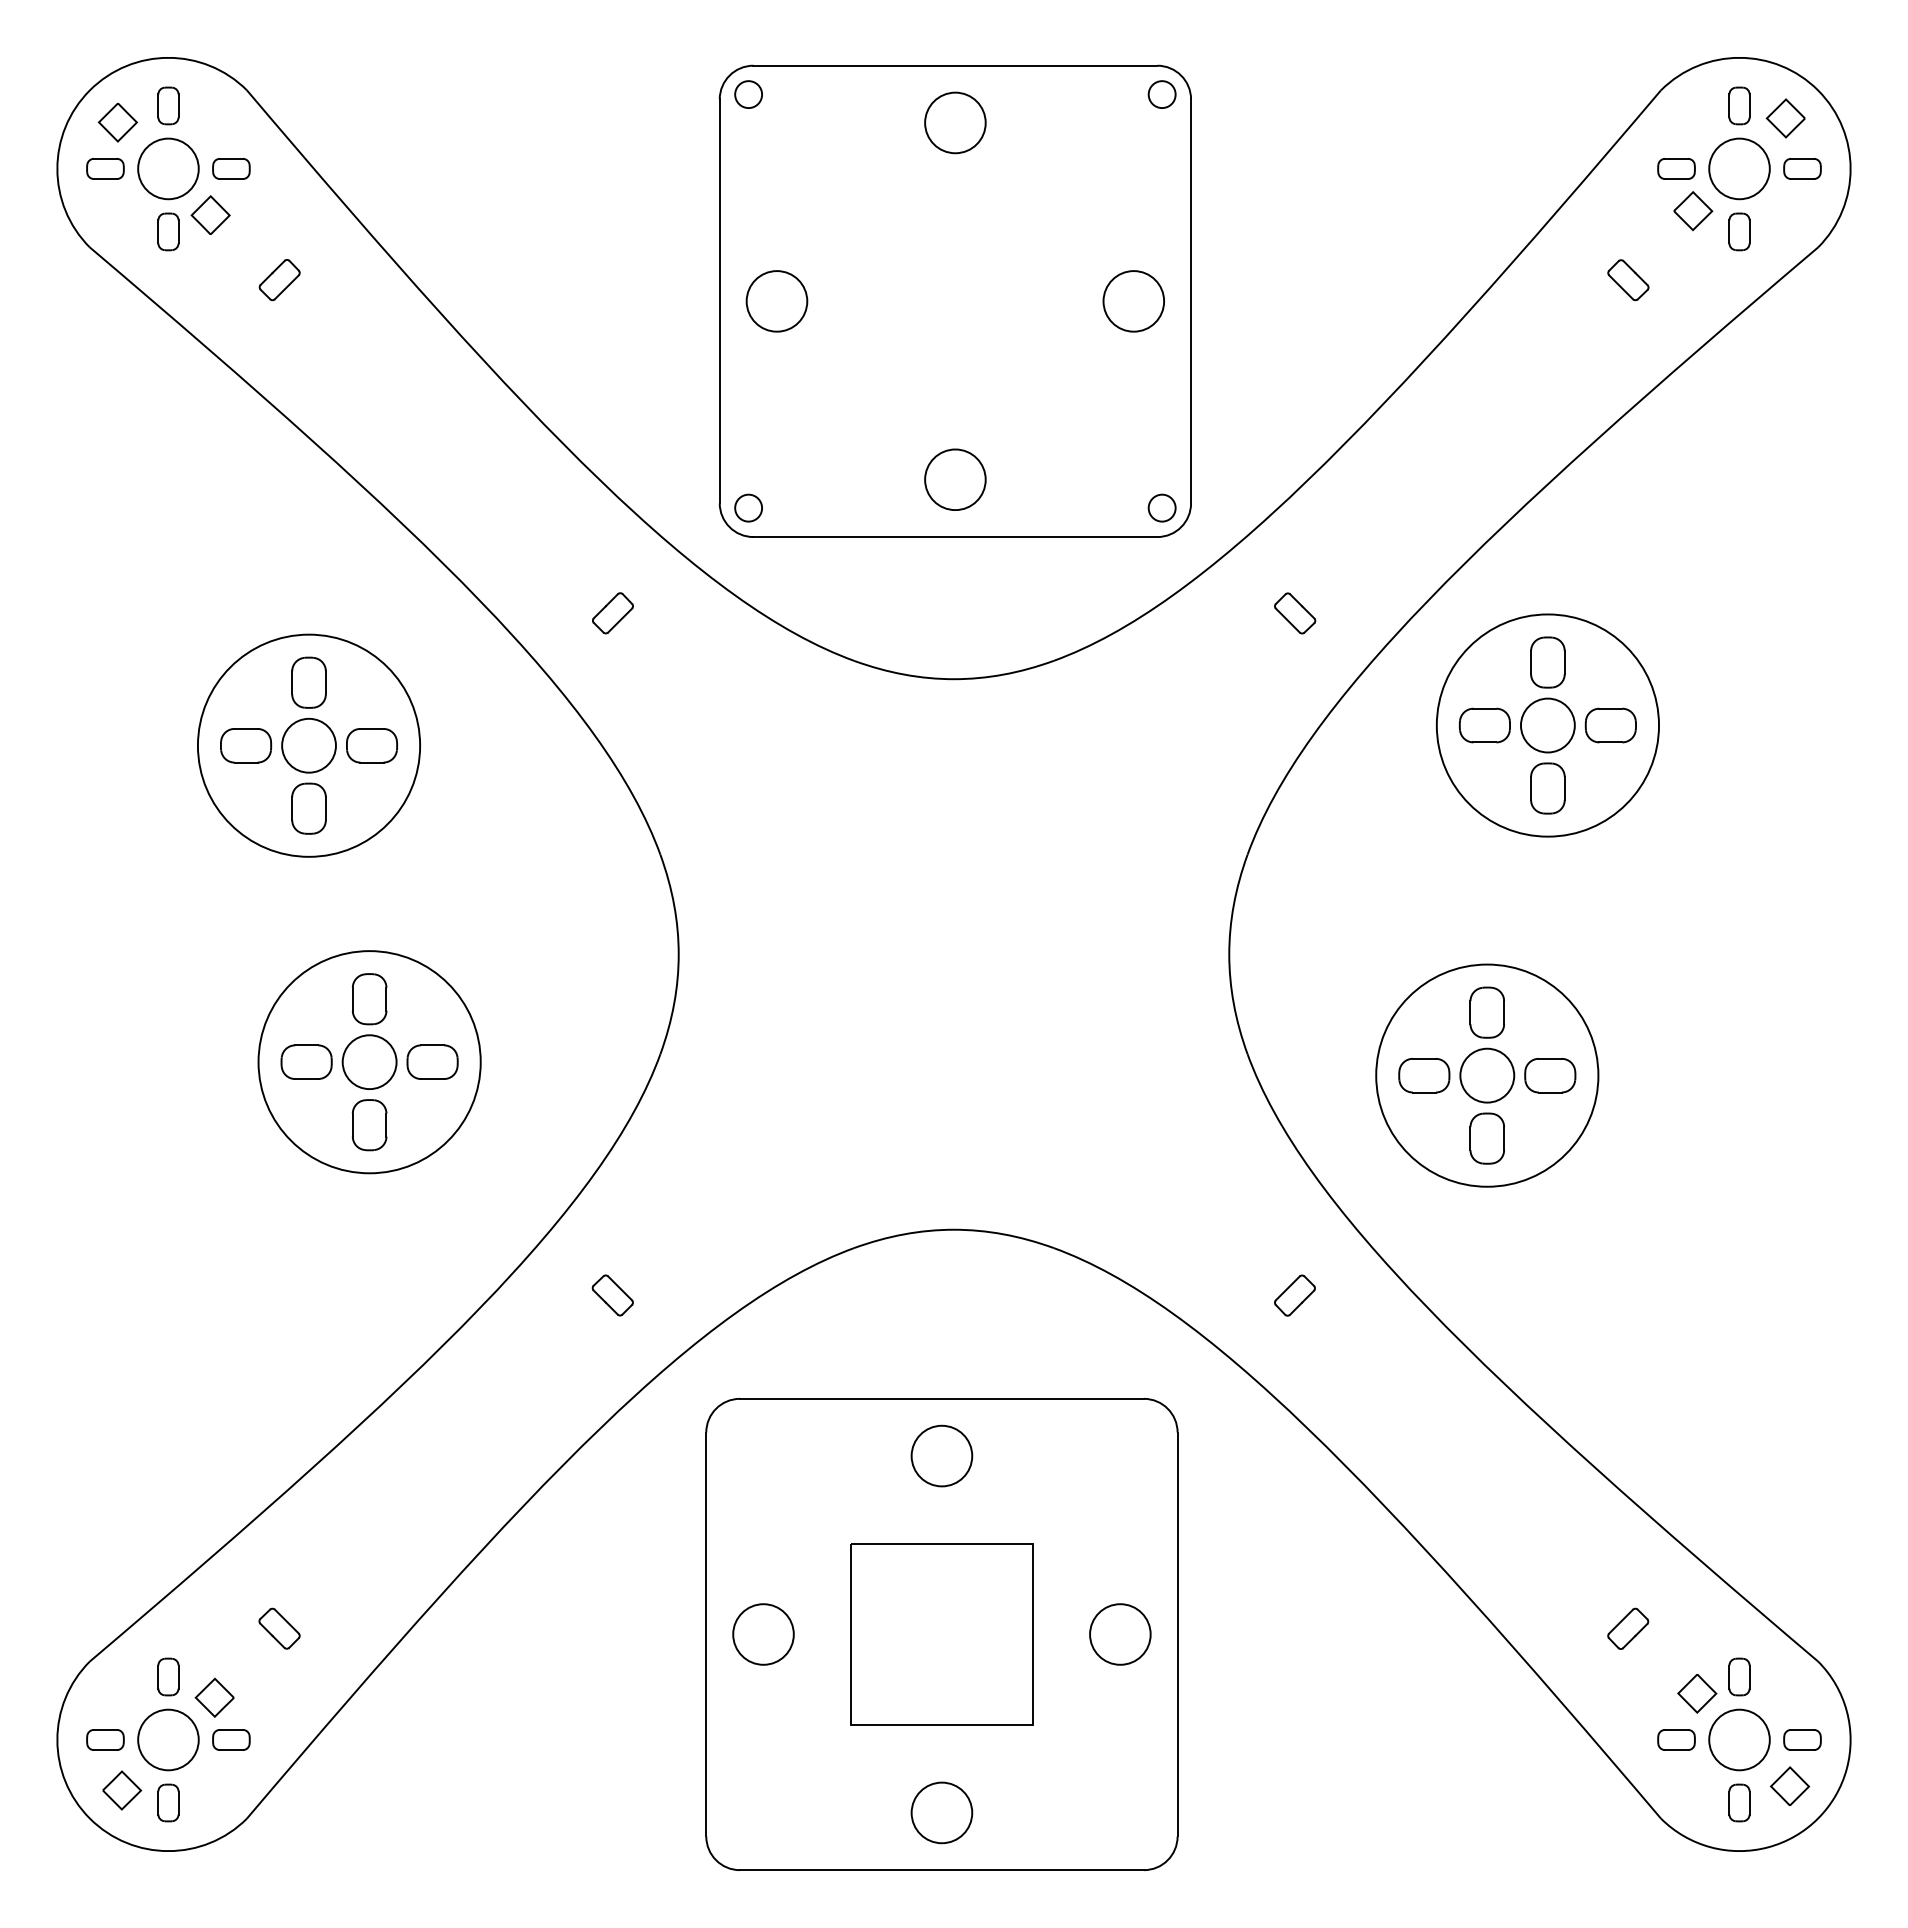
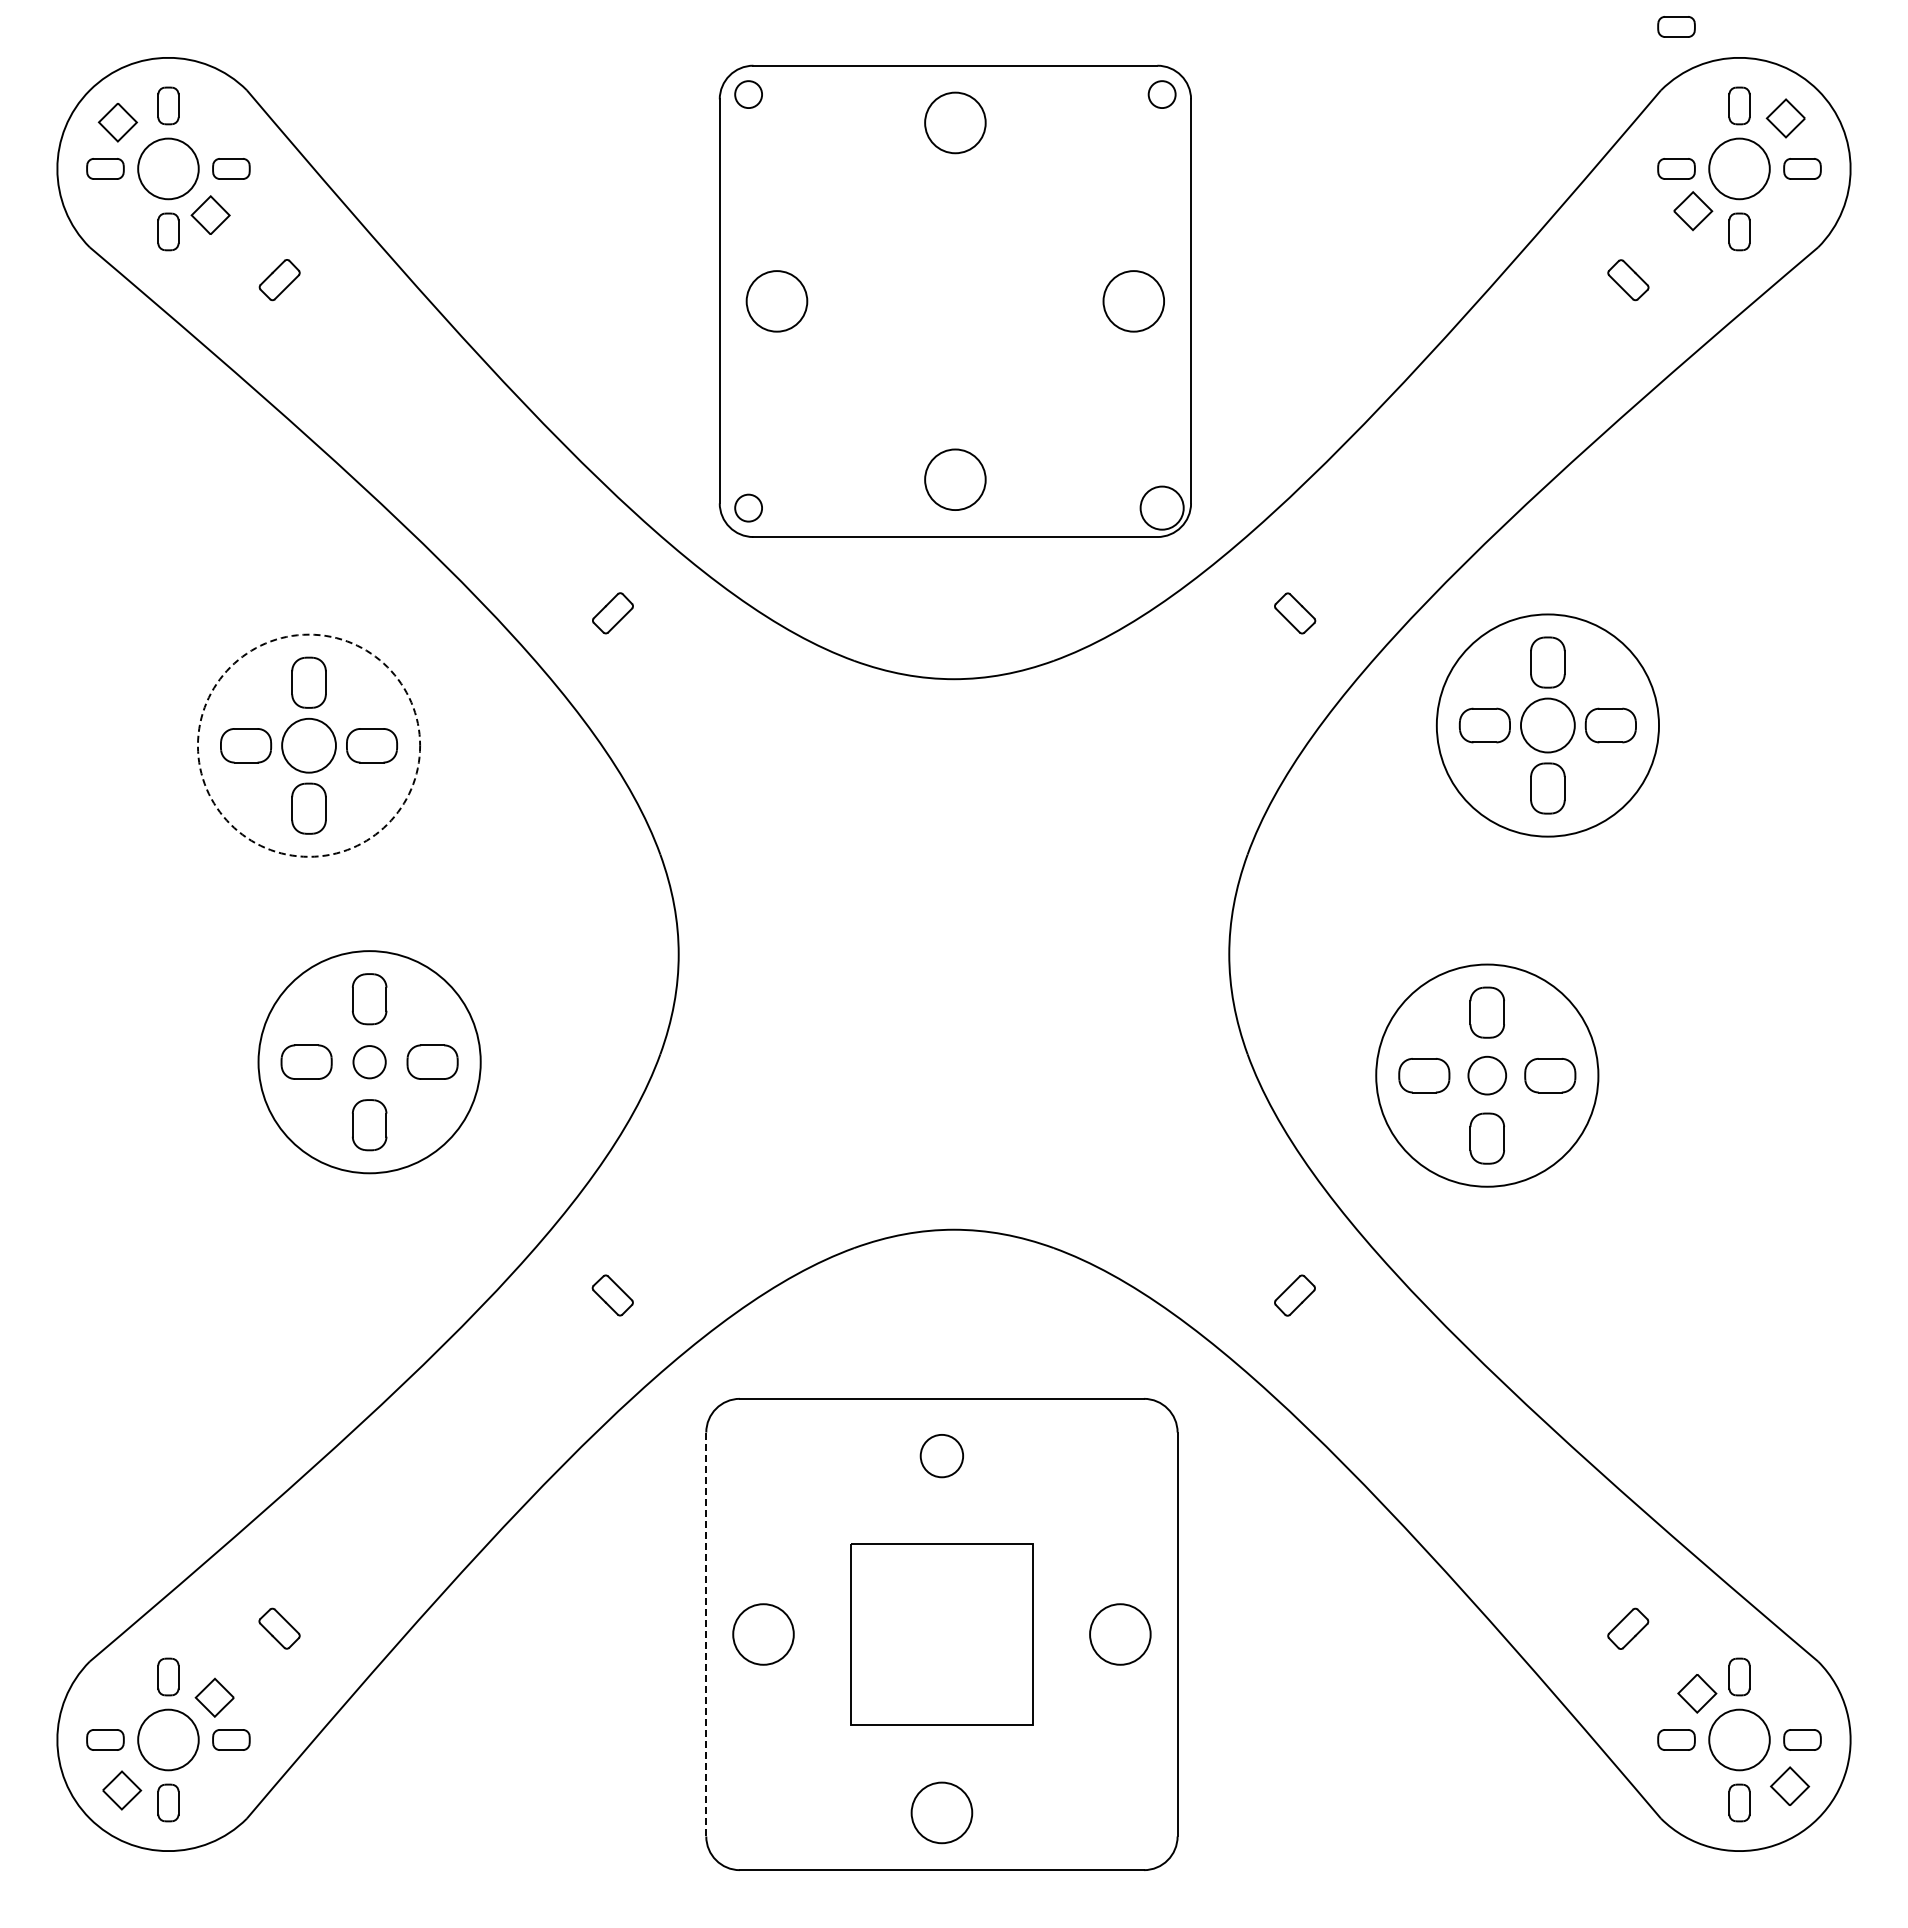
part at (1676, 26): none -> present
circle at (1161, 507) diameter: 27 px -> 43 px
circle at (308, 745): solid -> dashed
circle at (369, 1062) diameter: 54 px -> 32 px
circle at (1487, 1075) diameter: 54 px -> 38 px
circle at (941, 1455) diameter: 61 px -> 42 px
line at (706, 1634): solid -> dashed
